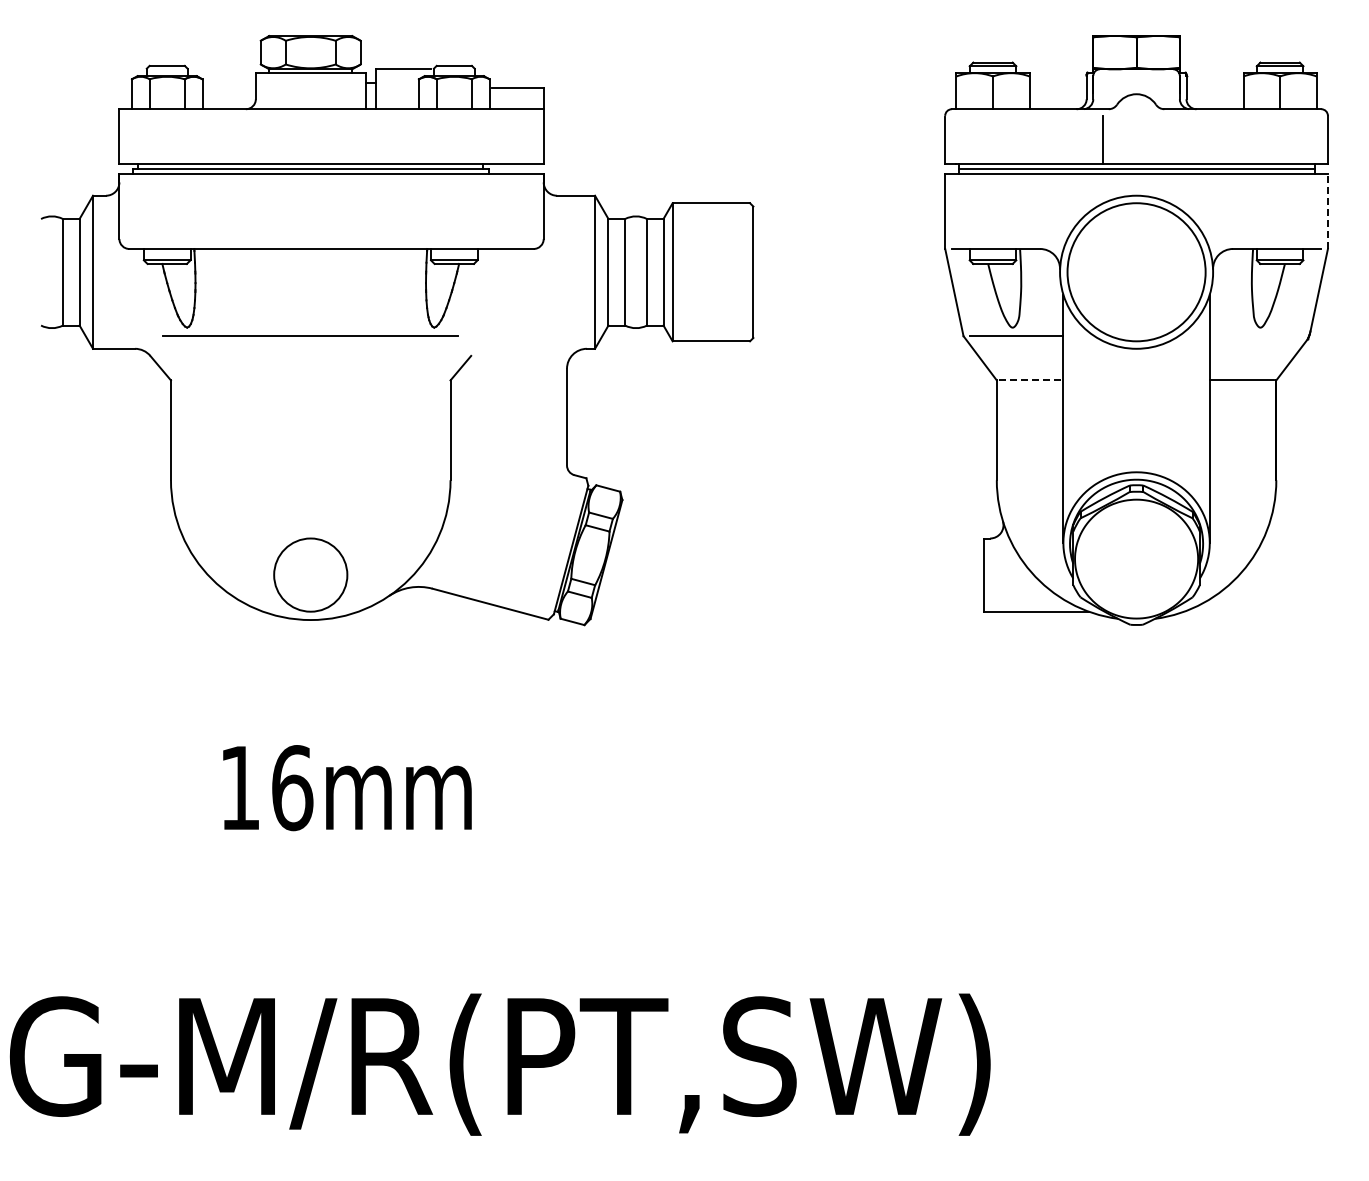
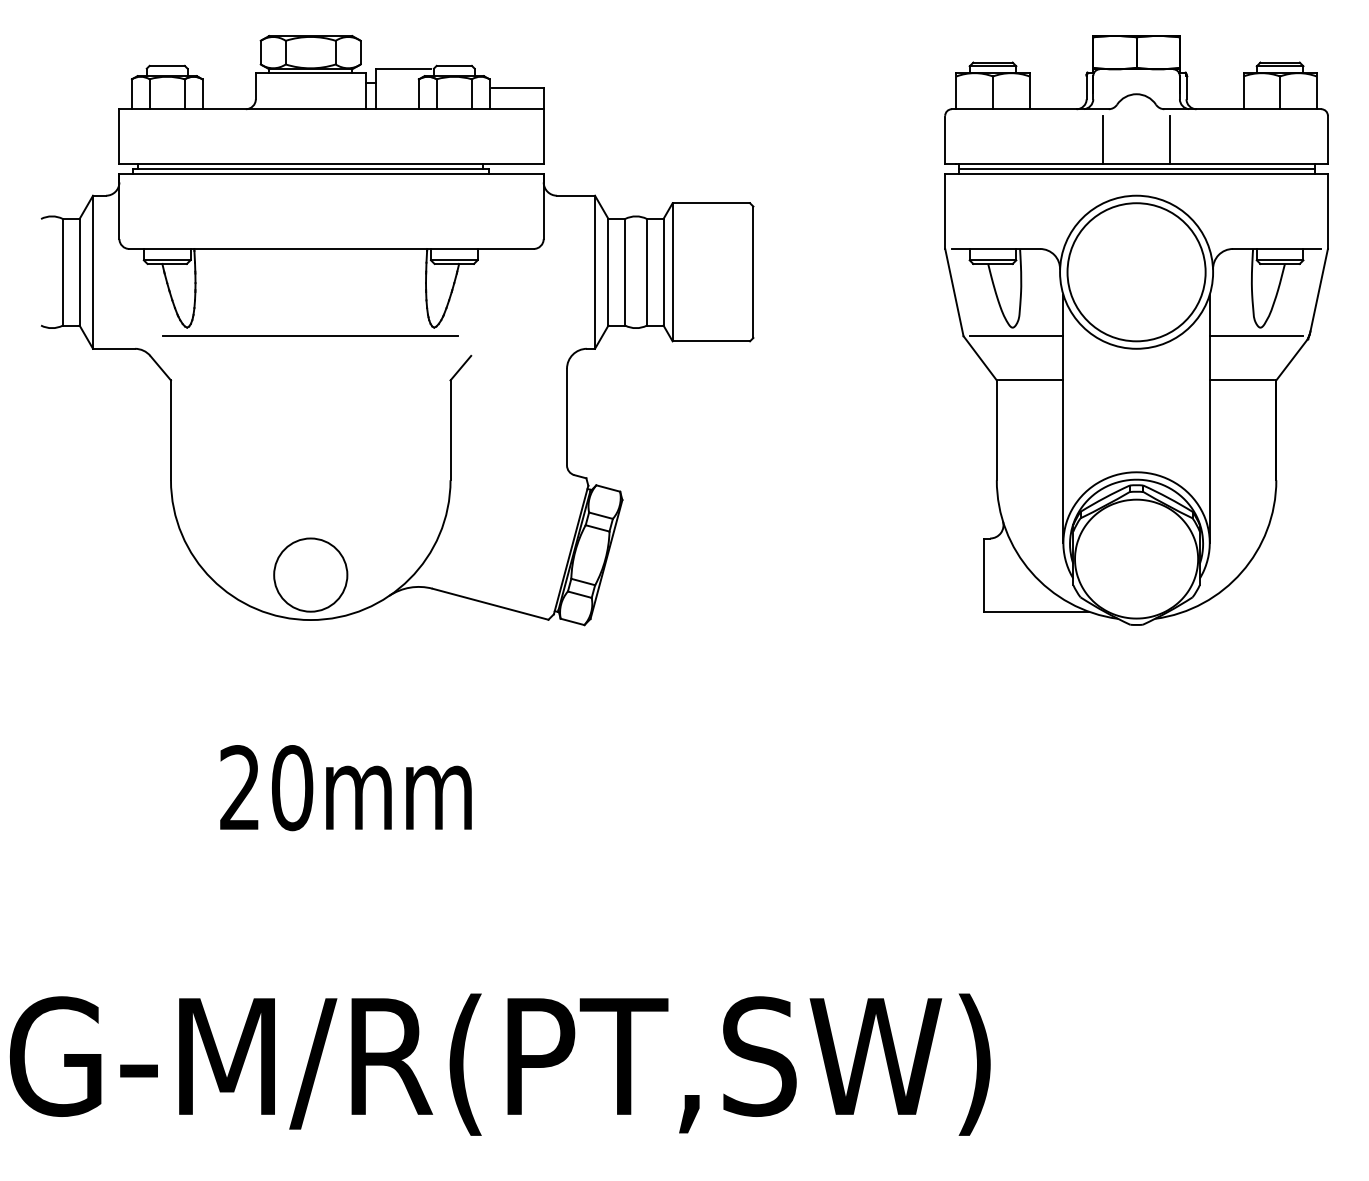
line at (1169, 139): none -> present
line at (1327, 211): dashed -> solid
line at (1255, 335): none -> present
line at (1031, 380): dashed -> solid
text at (266, 788): 16mm -> 20mm
